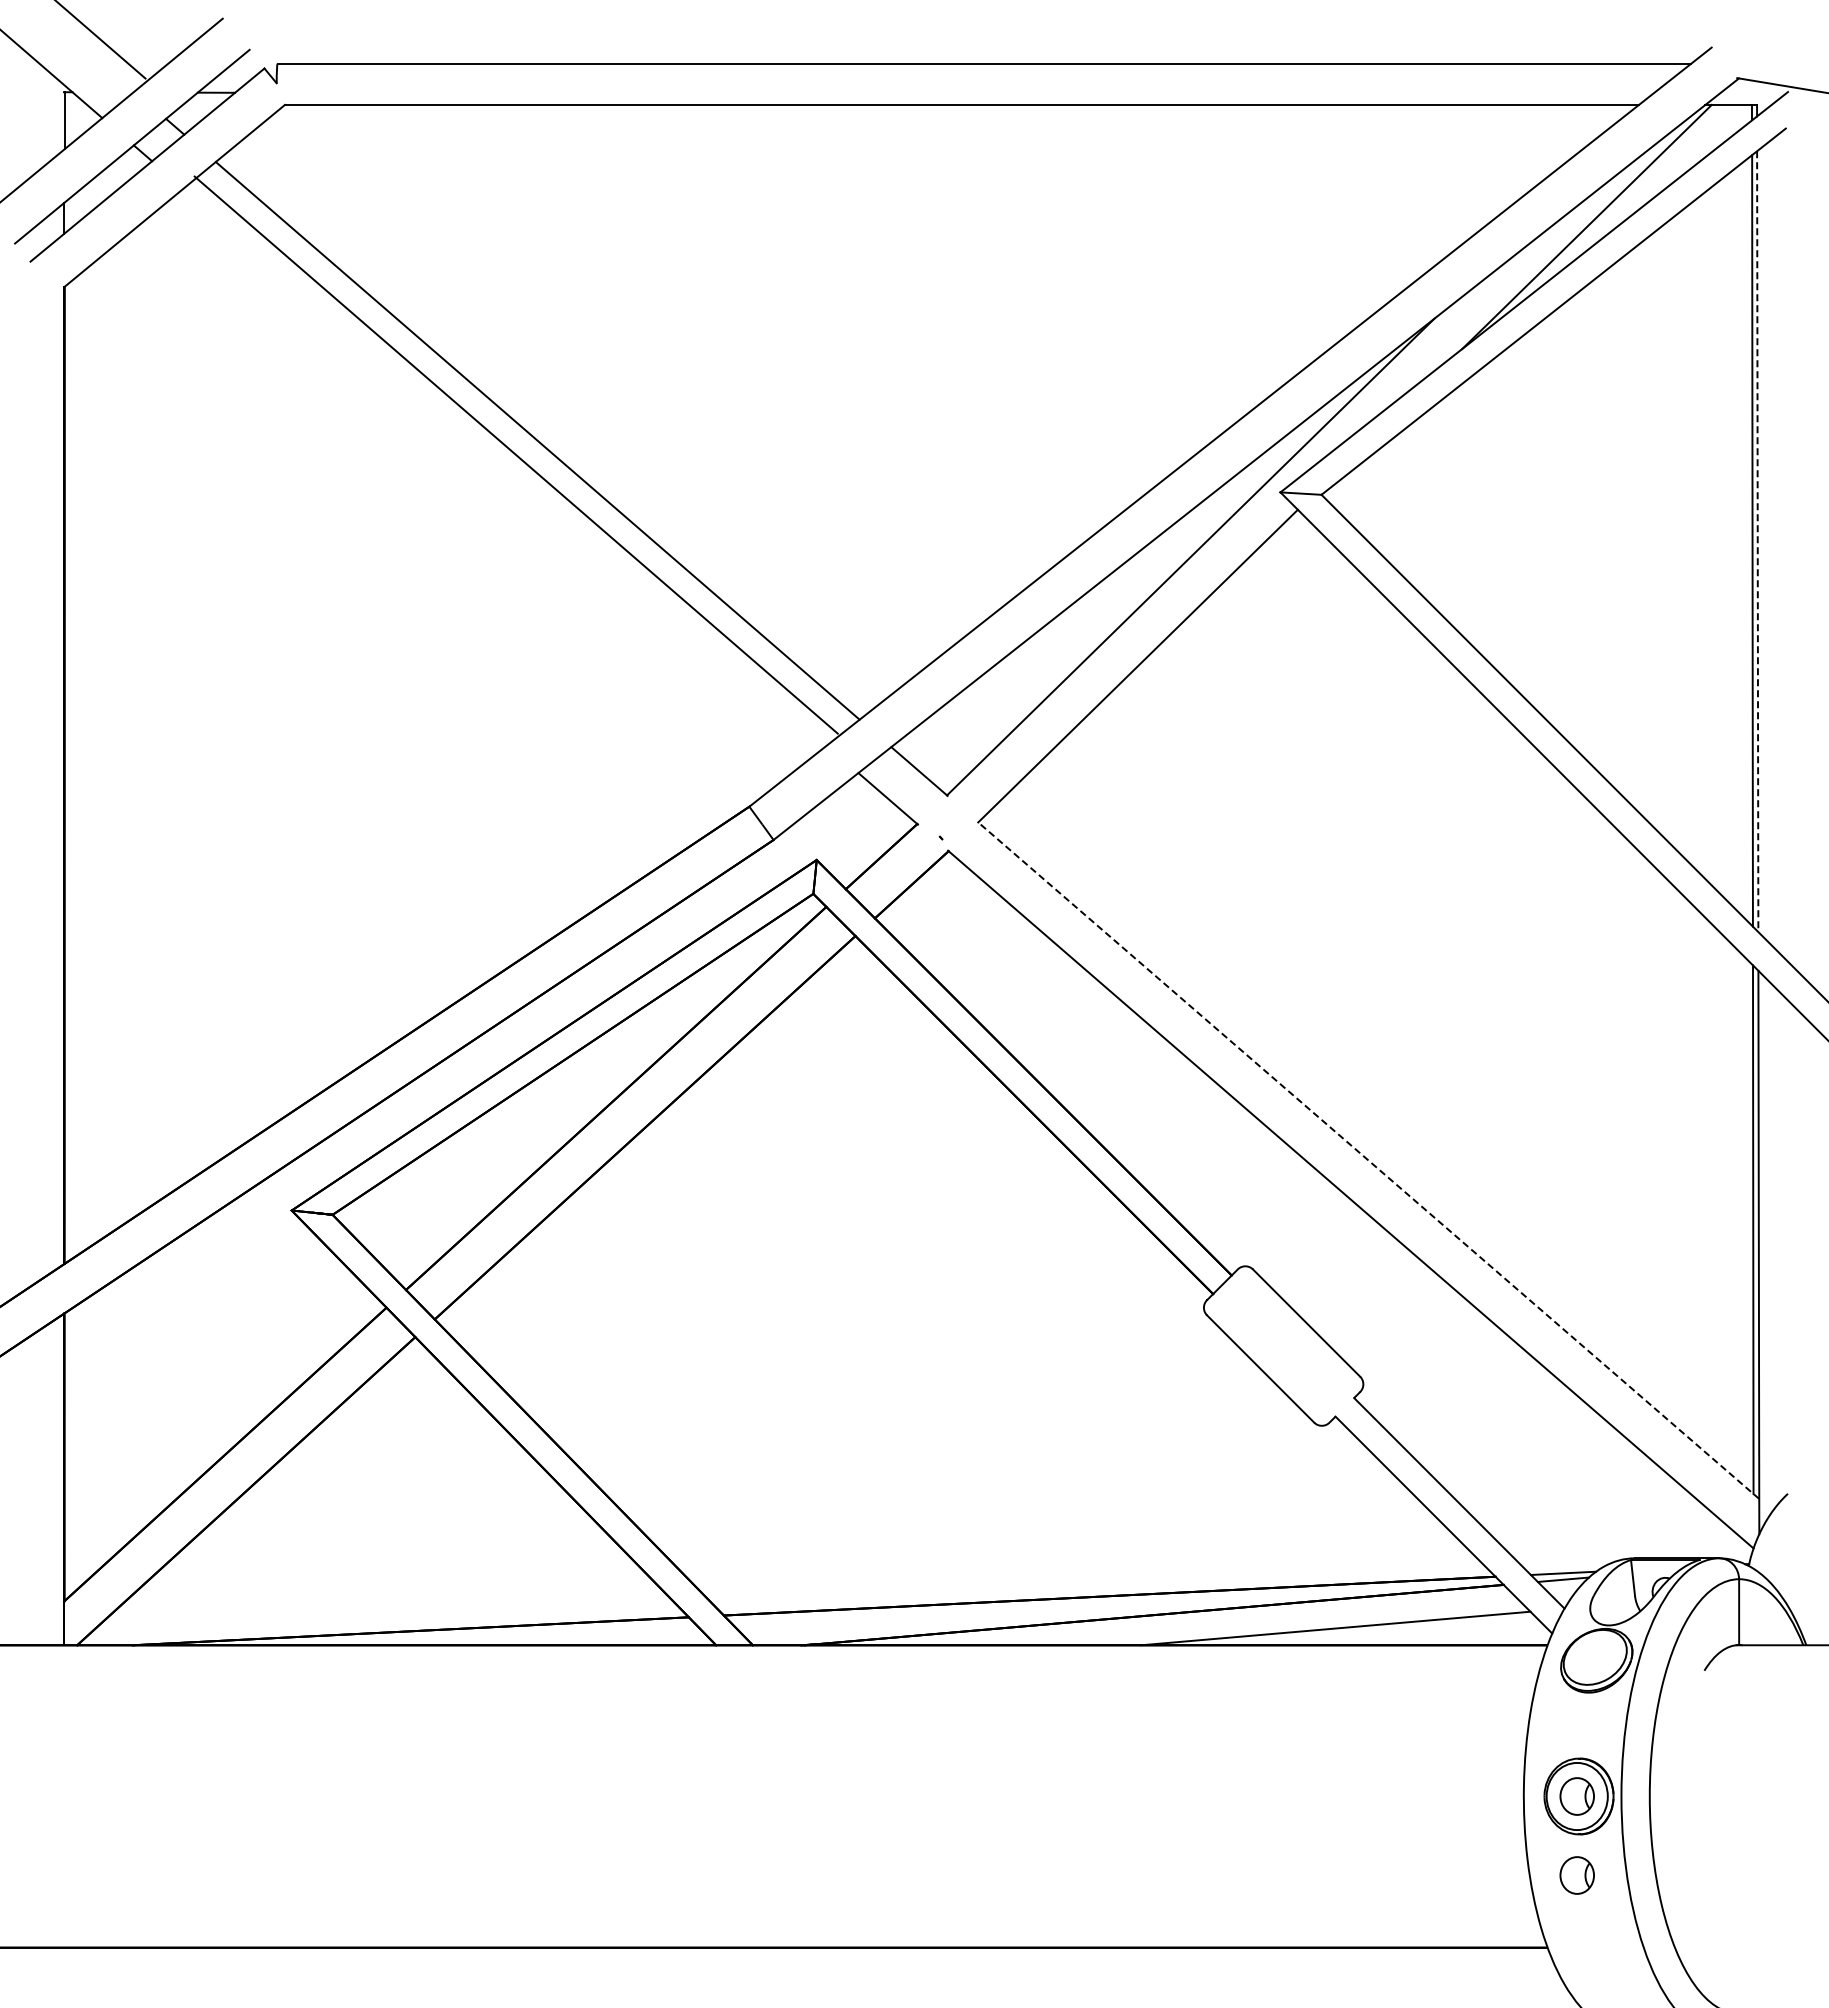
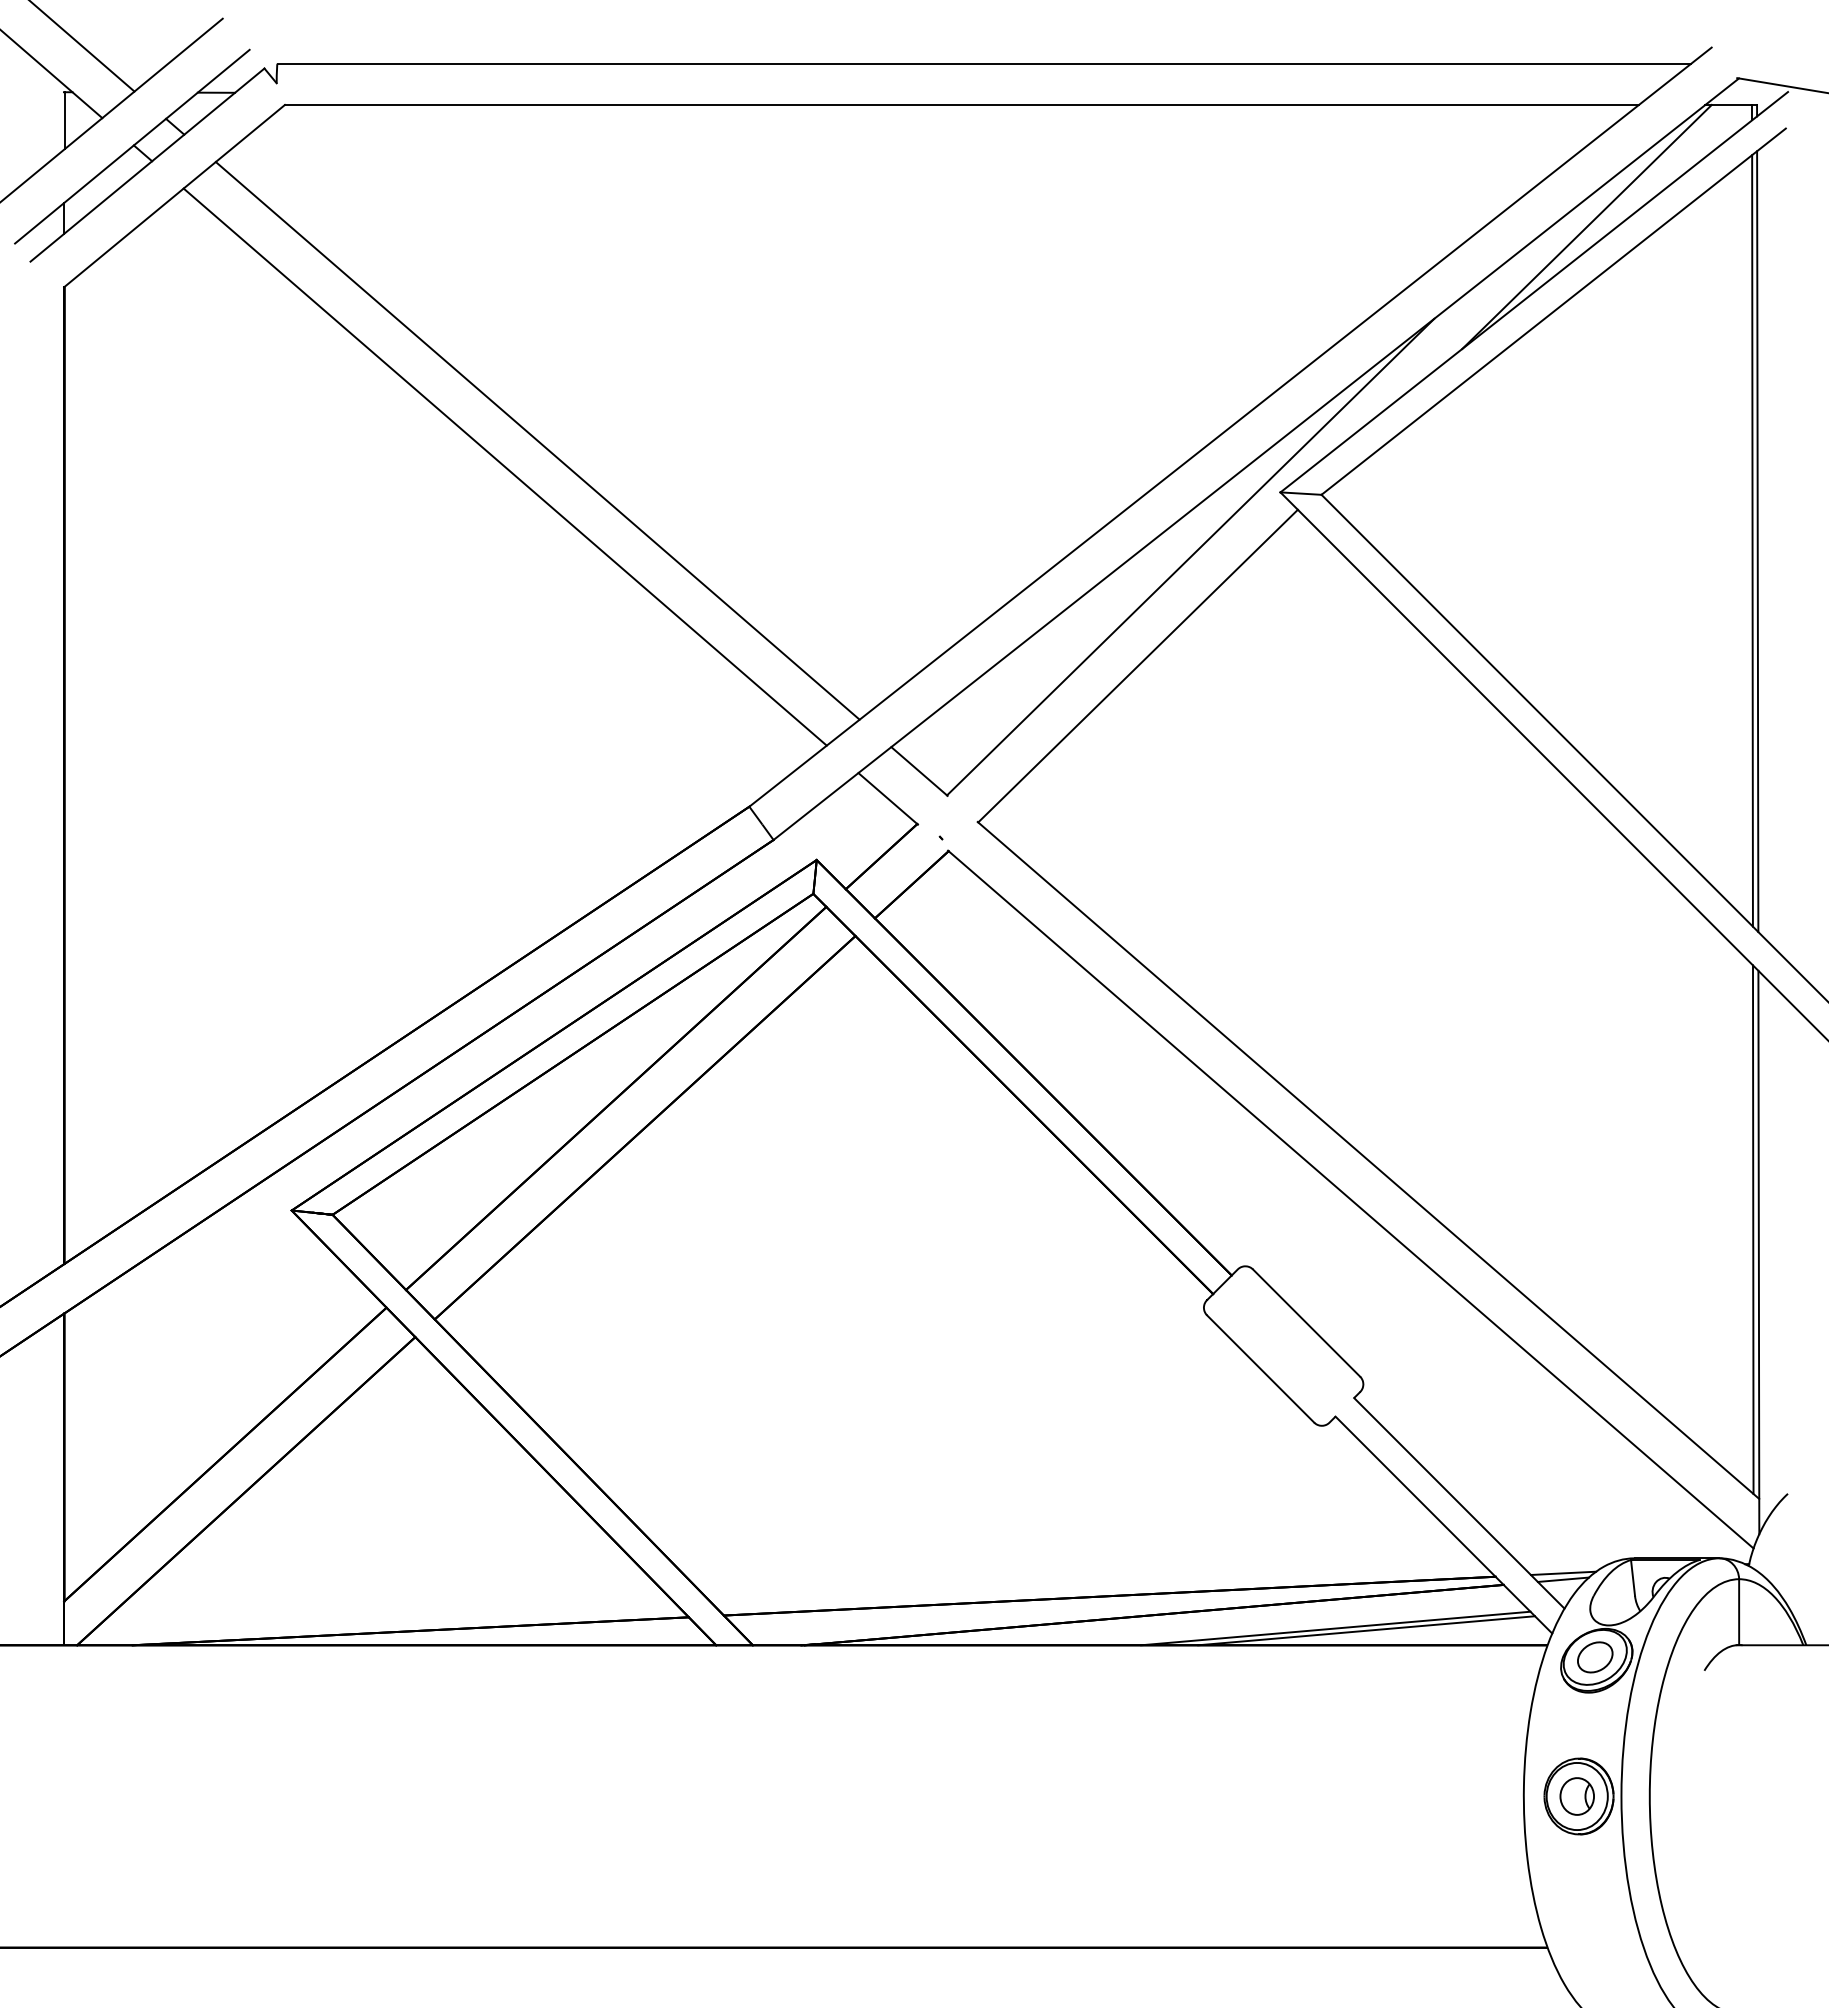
line at (101, 40) position: (101, 40) -> (82, 46)
line at (515, 454) position: (515, 454) -> (504, 466)
line at (1757, 542): dashed -> solid
line at (1368, 1160): dashed -> solid
line at (1366, 1630): none -> present
part at (1595, 1657): none -> present
part at (1576, 1875): present -> none
